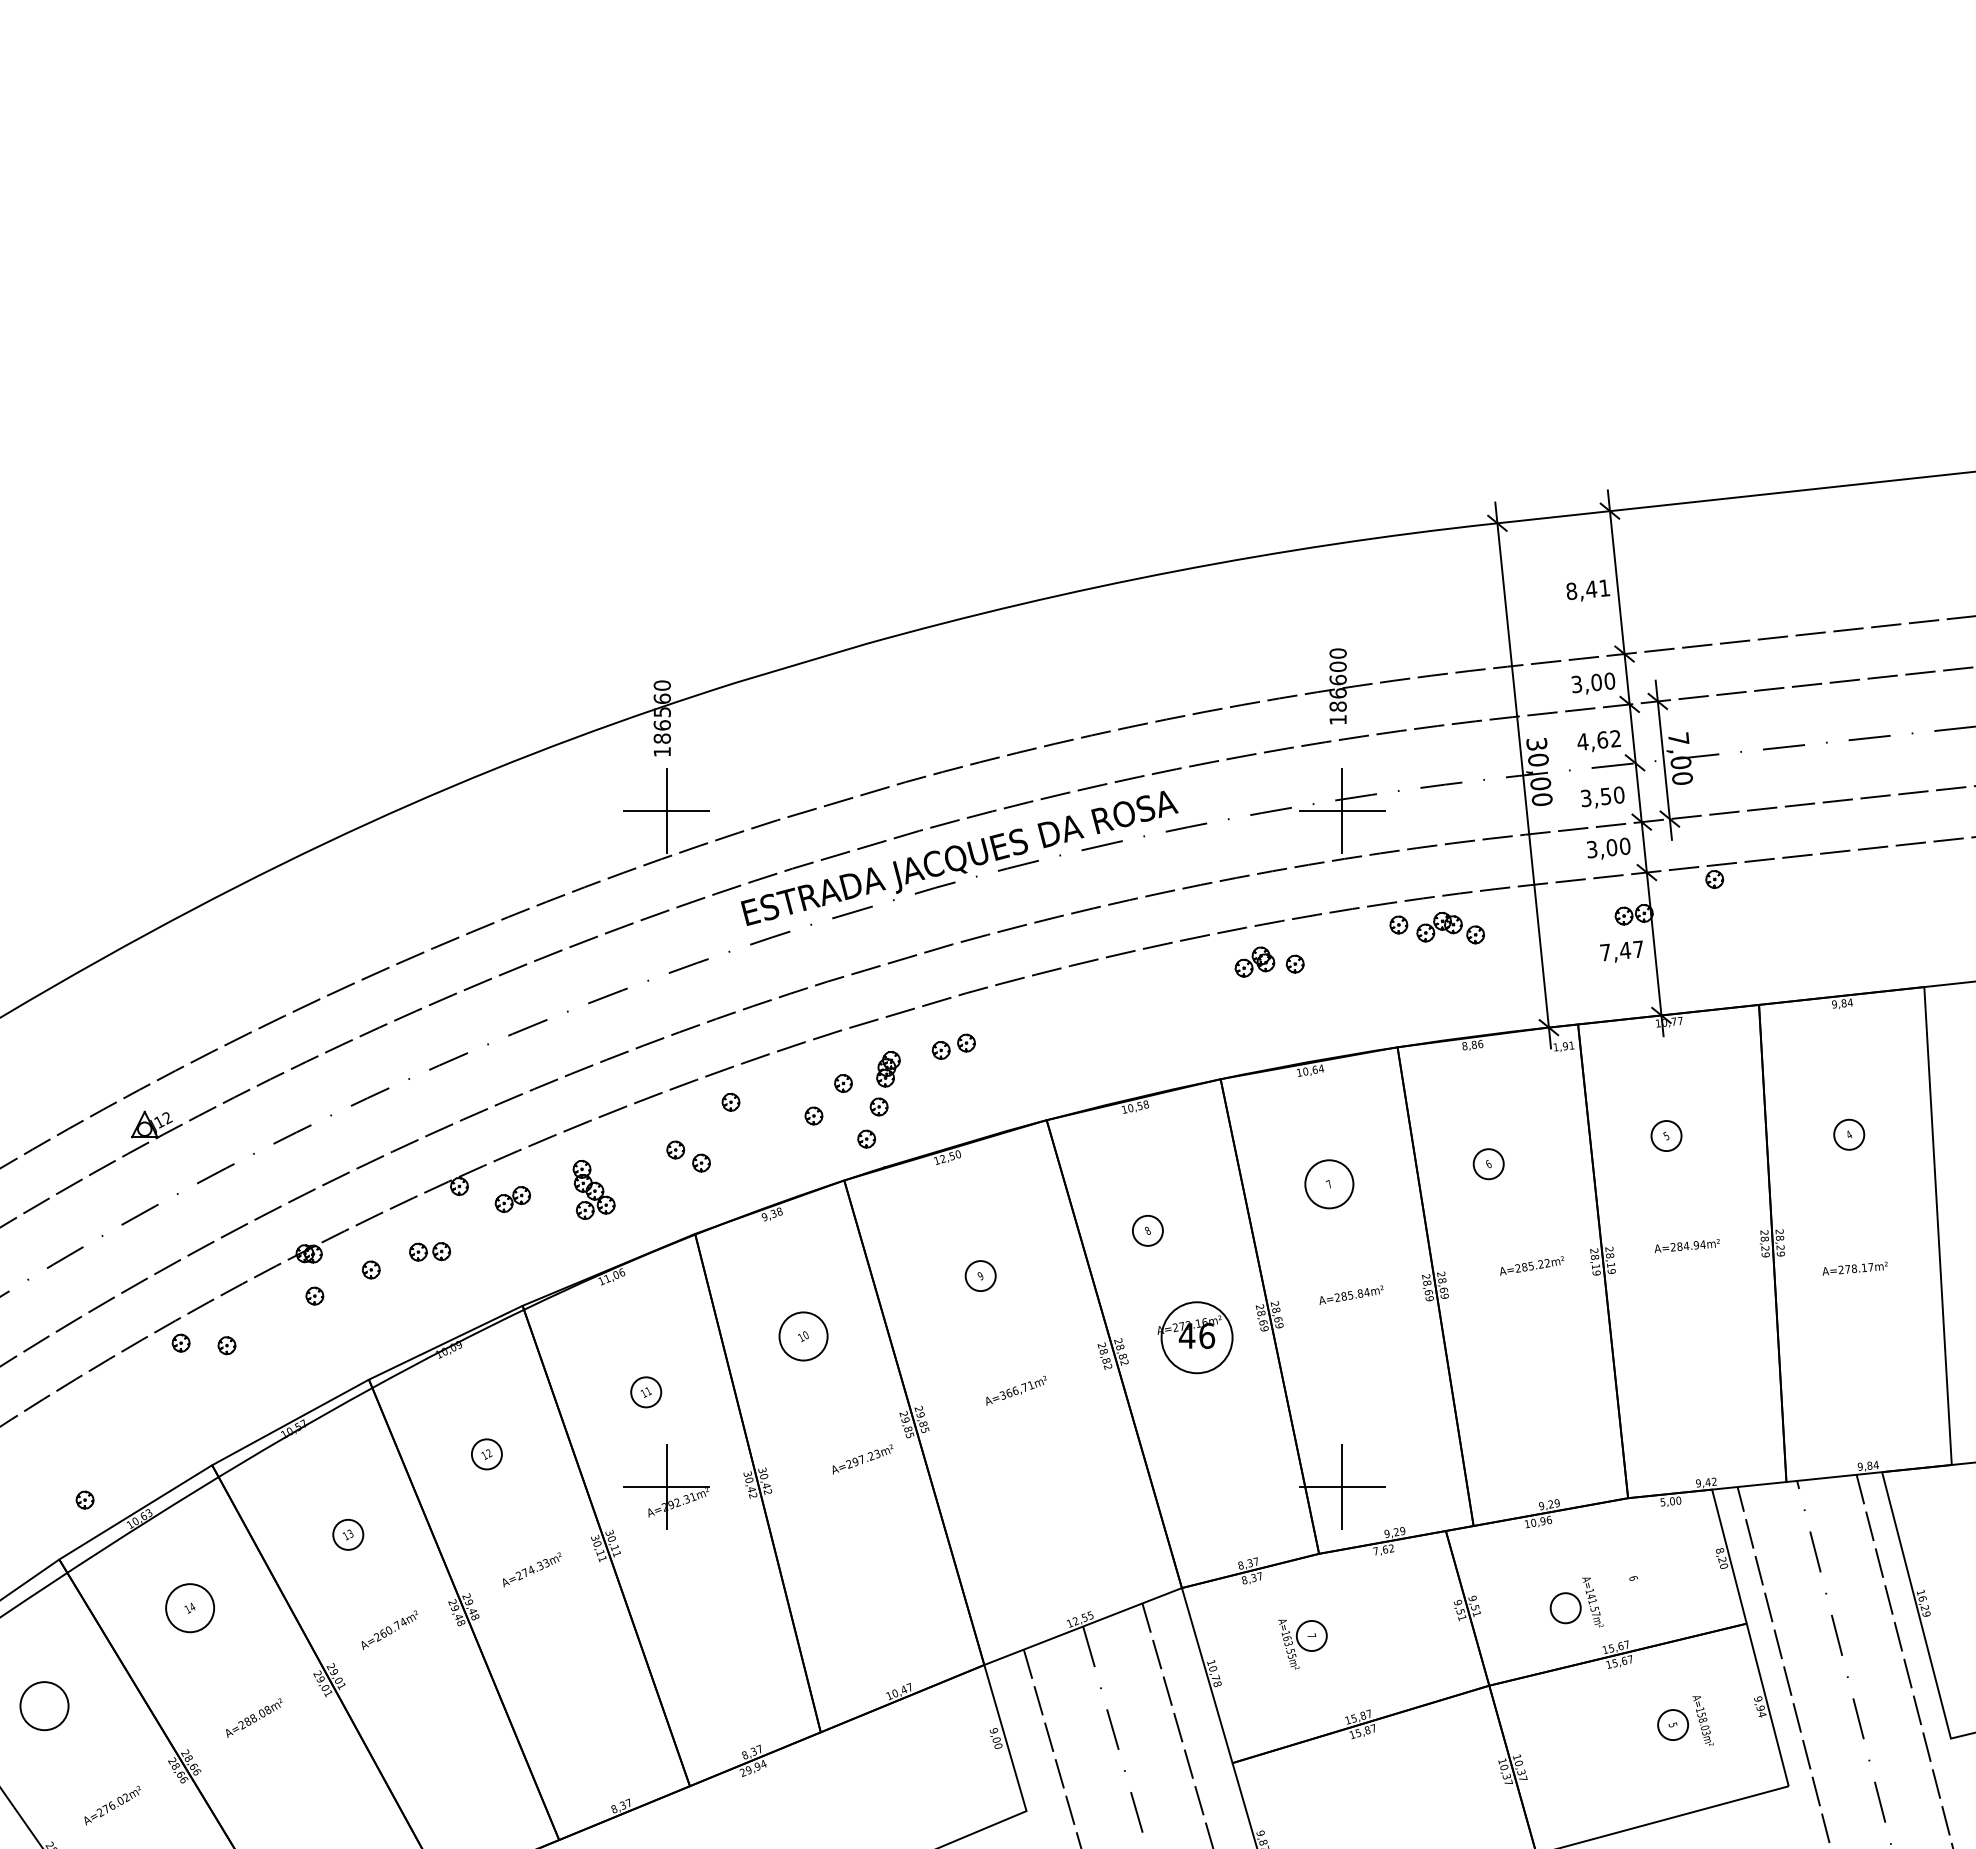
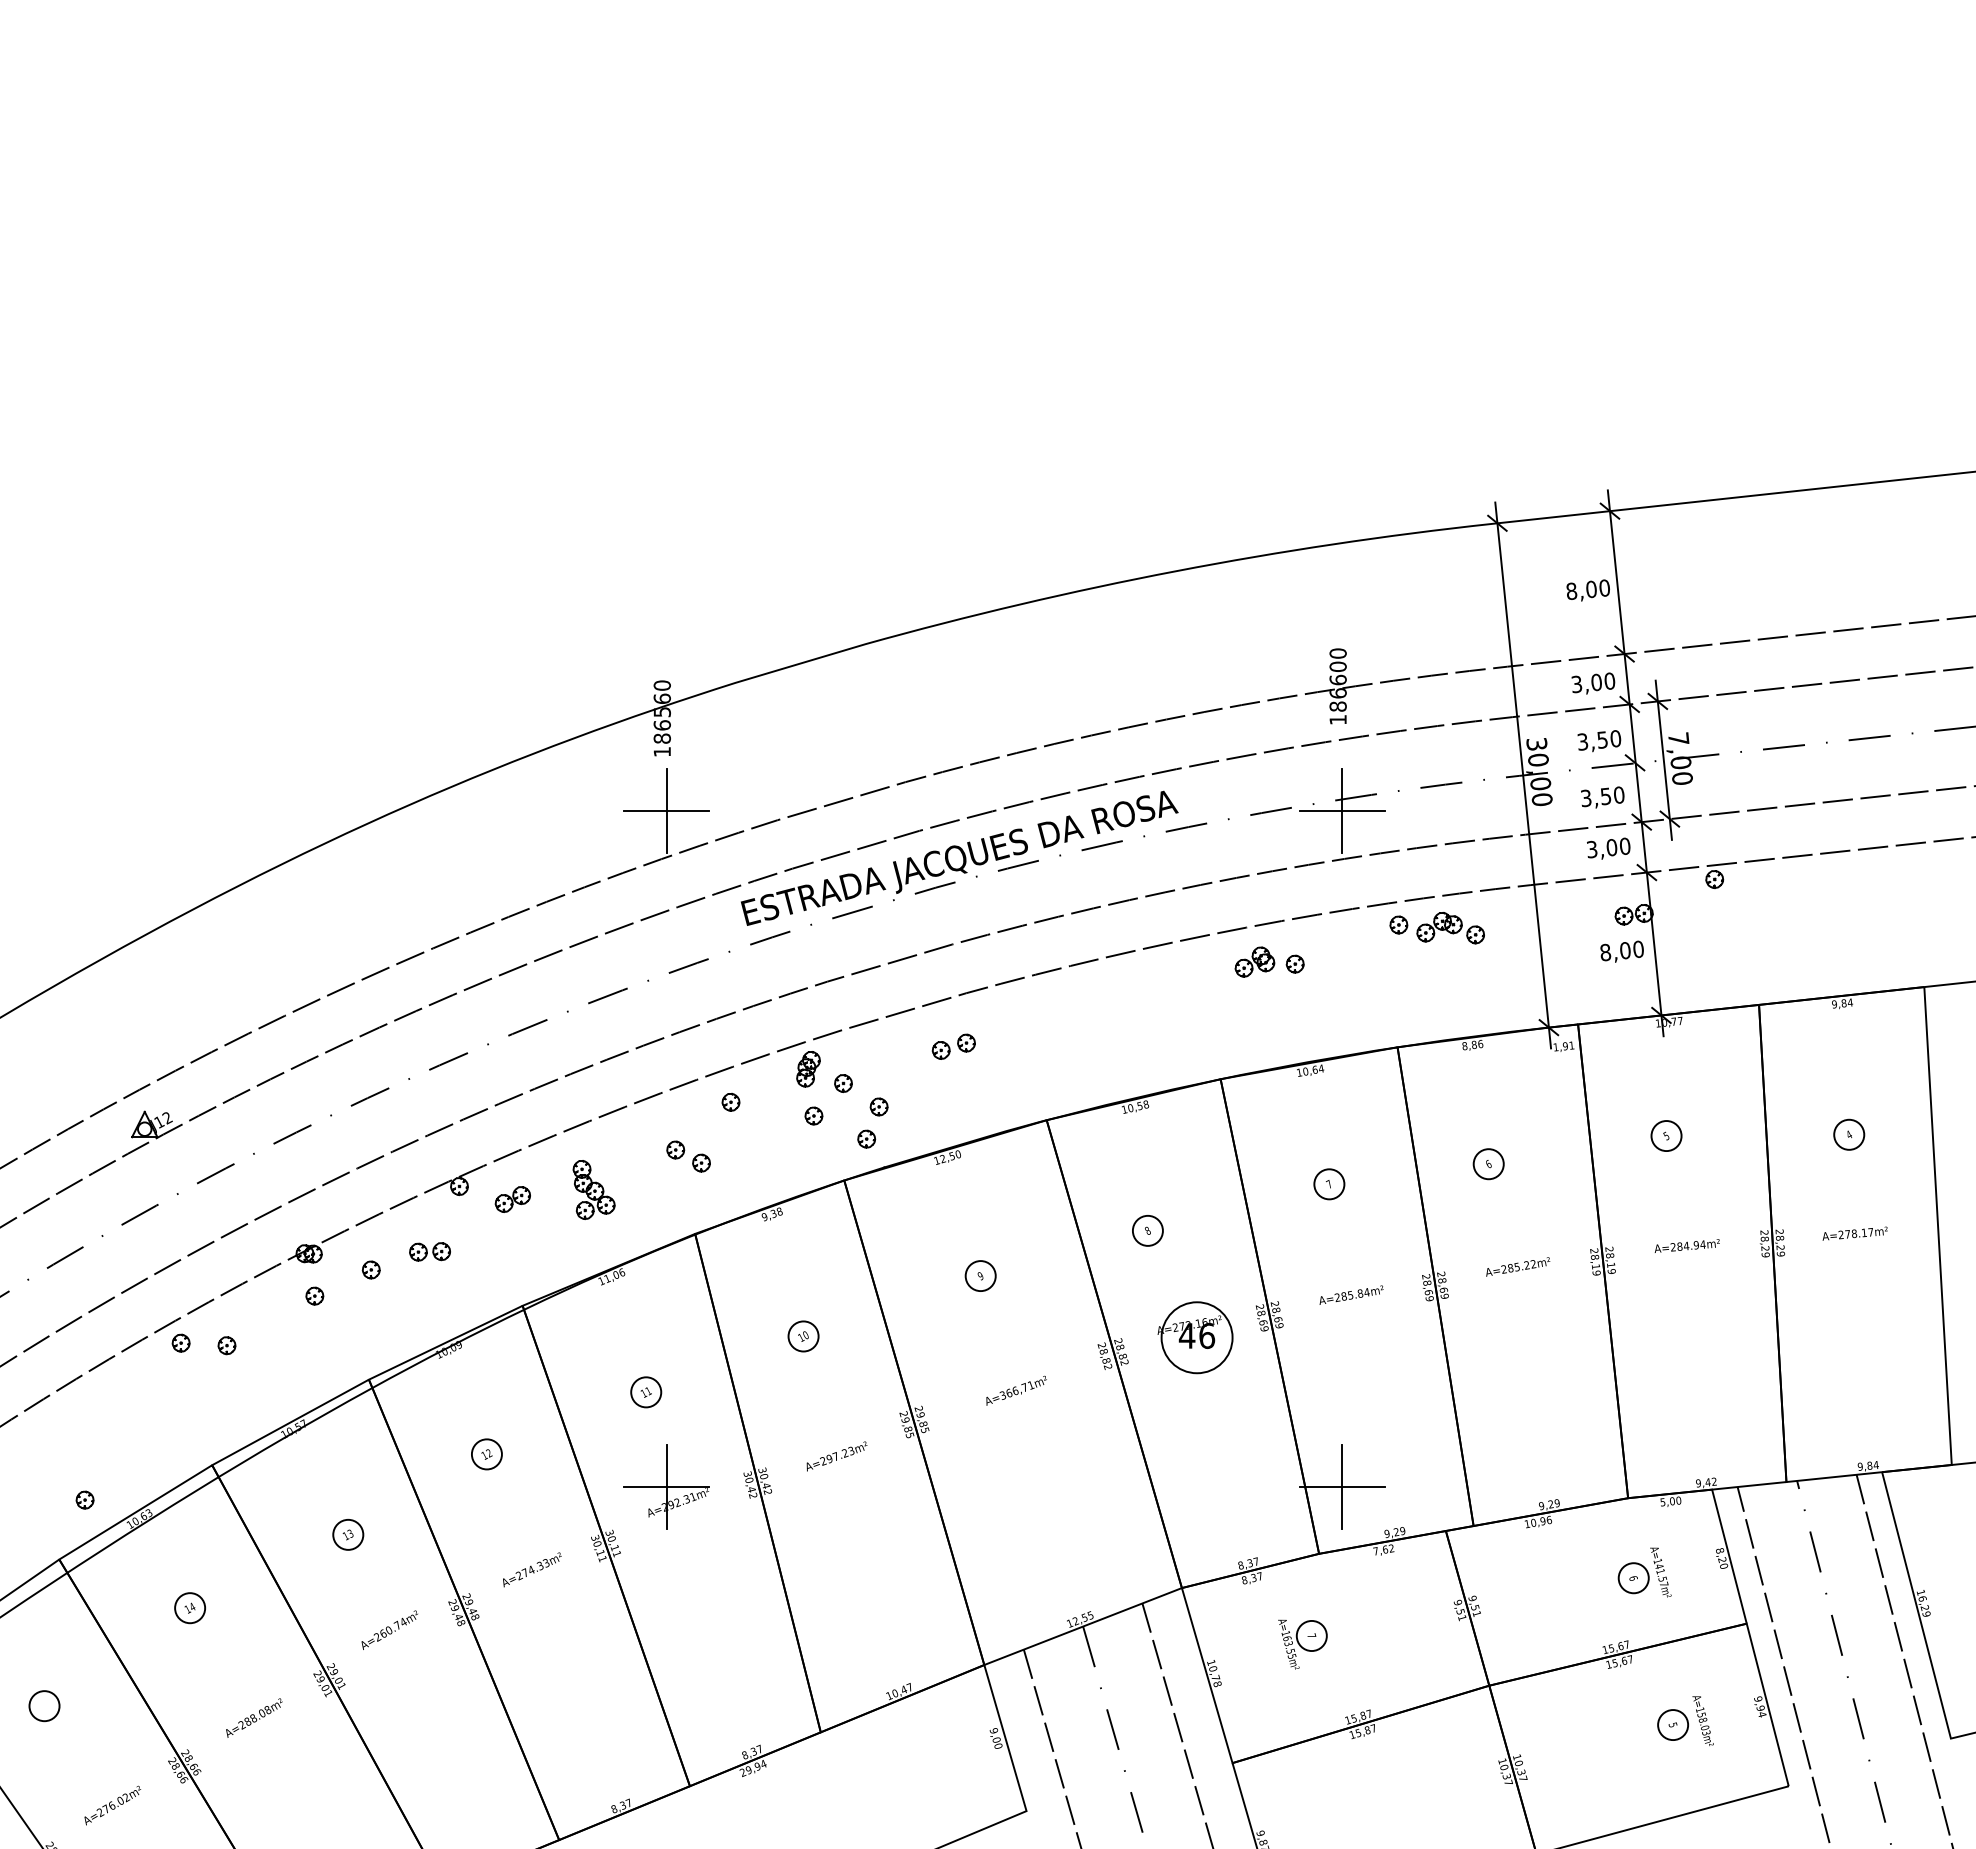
text at (1598, 588): 8,41 -> 8,00
text at (1599, 740): 4,62 -> 3,50
text at (1621, 950): 7,47 -> 8,00
part at (888, 1069) position: (888, 1069) -> (808, 1069)
circle at (1329, 1184) diameter: 48 px -> 30 px
text at (1532, 1265) position: (1532, 1265) -> (1518, 1266)
text at (1854, 1268) position: (1854, 1268) -> (1854, 1233)
circle at (803, 1336) diameter: 48 px -> 30 px
text at (862, 1459) position: (862, 1459) -> (836, 1456)
part at (1576, 1602) position: (1576, 1602) -> (1644, 1572)
circle at (190, 1608) diameter: 48 px -> 30 px
circle at (44, 1706) diameter: 48 px -> 30 px
